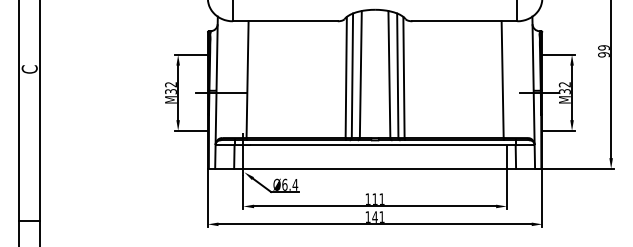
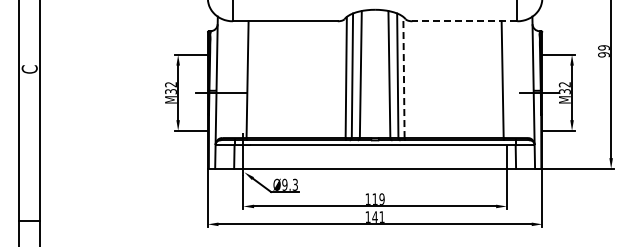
line at (464, 21): solid -> dashed
line at (403, 77): solid -> dashed
text at (290, 184): Ø6.4 -> Ø9.3
text at (381, 198): 111 -> 119
